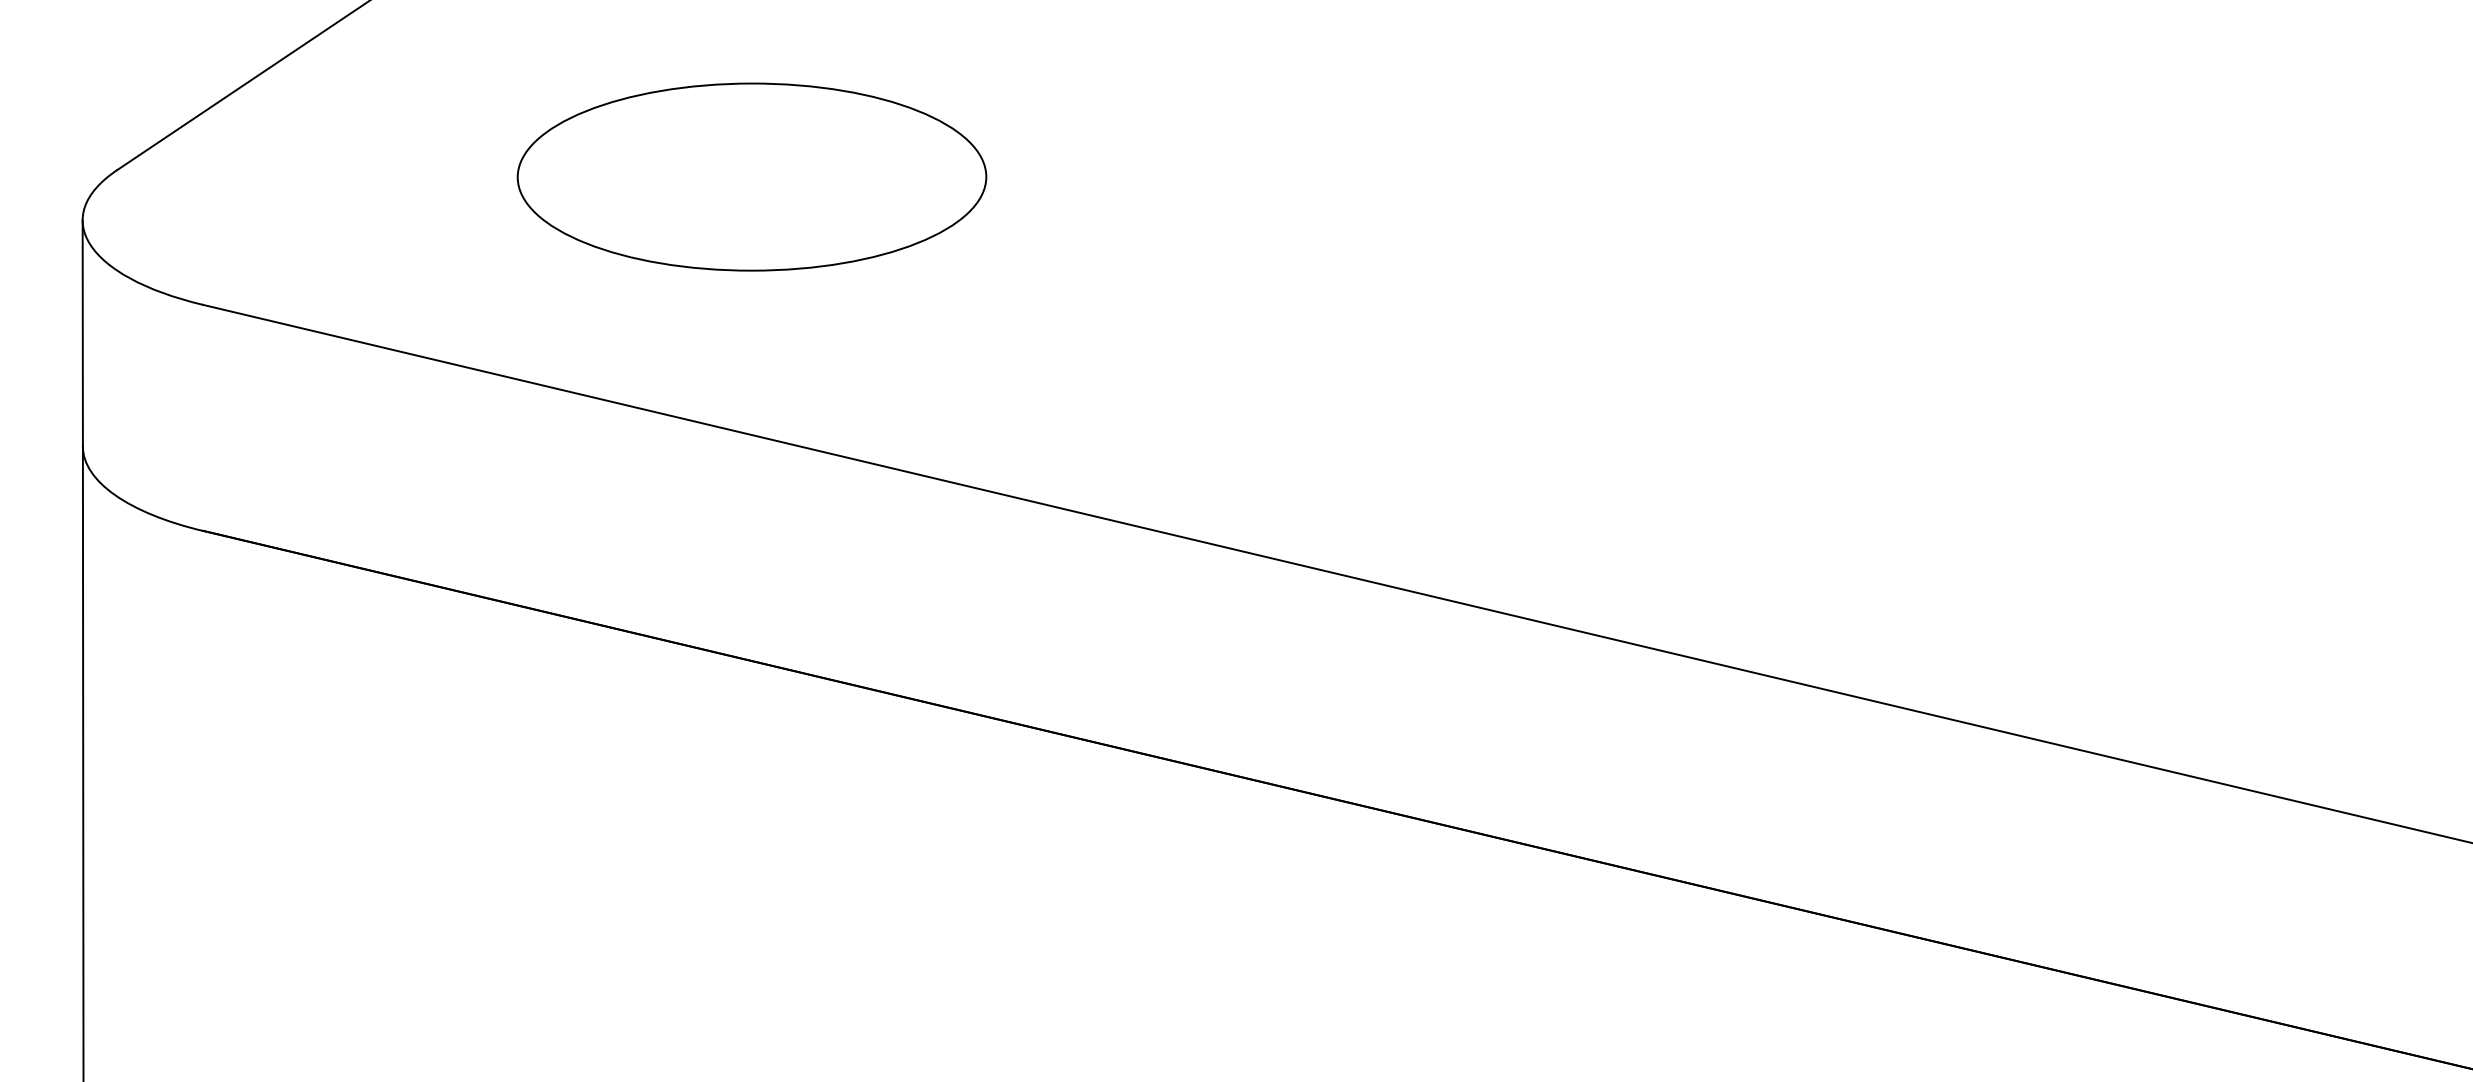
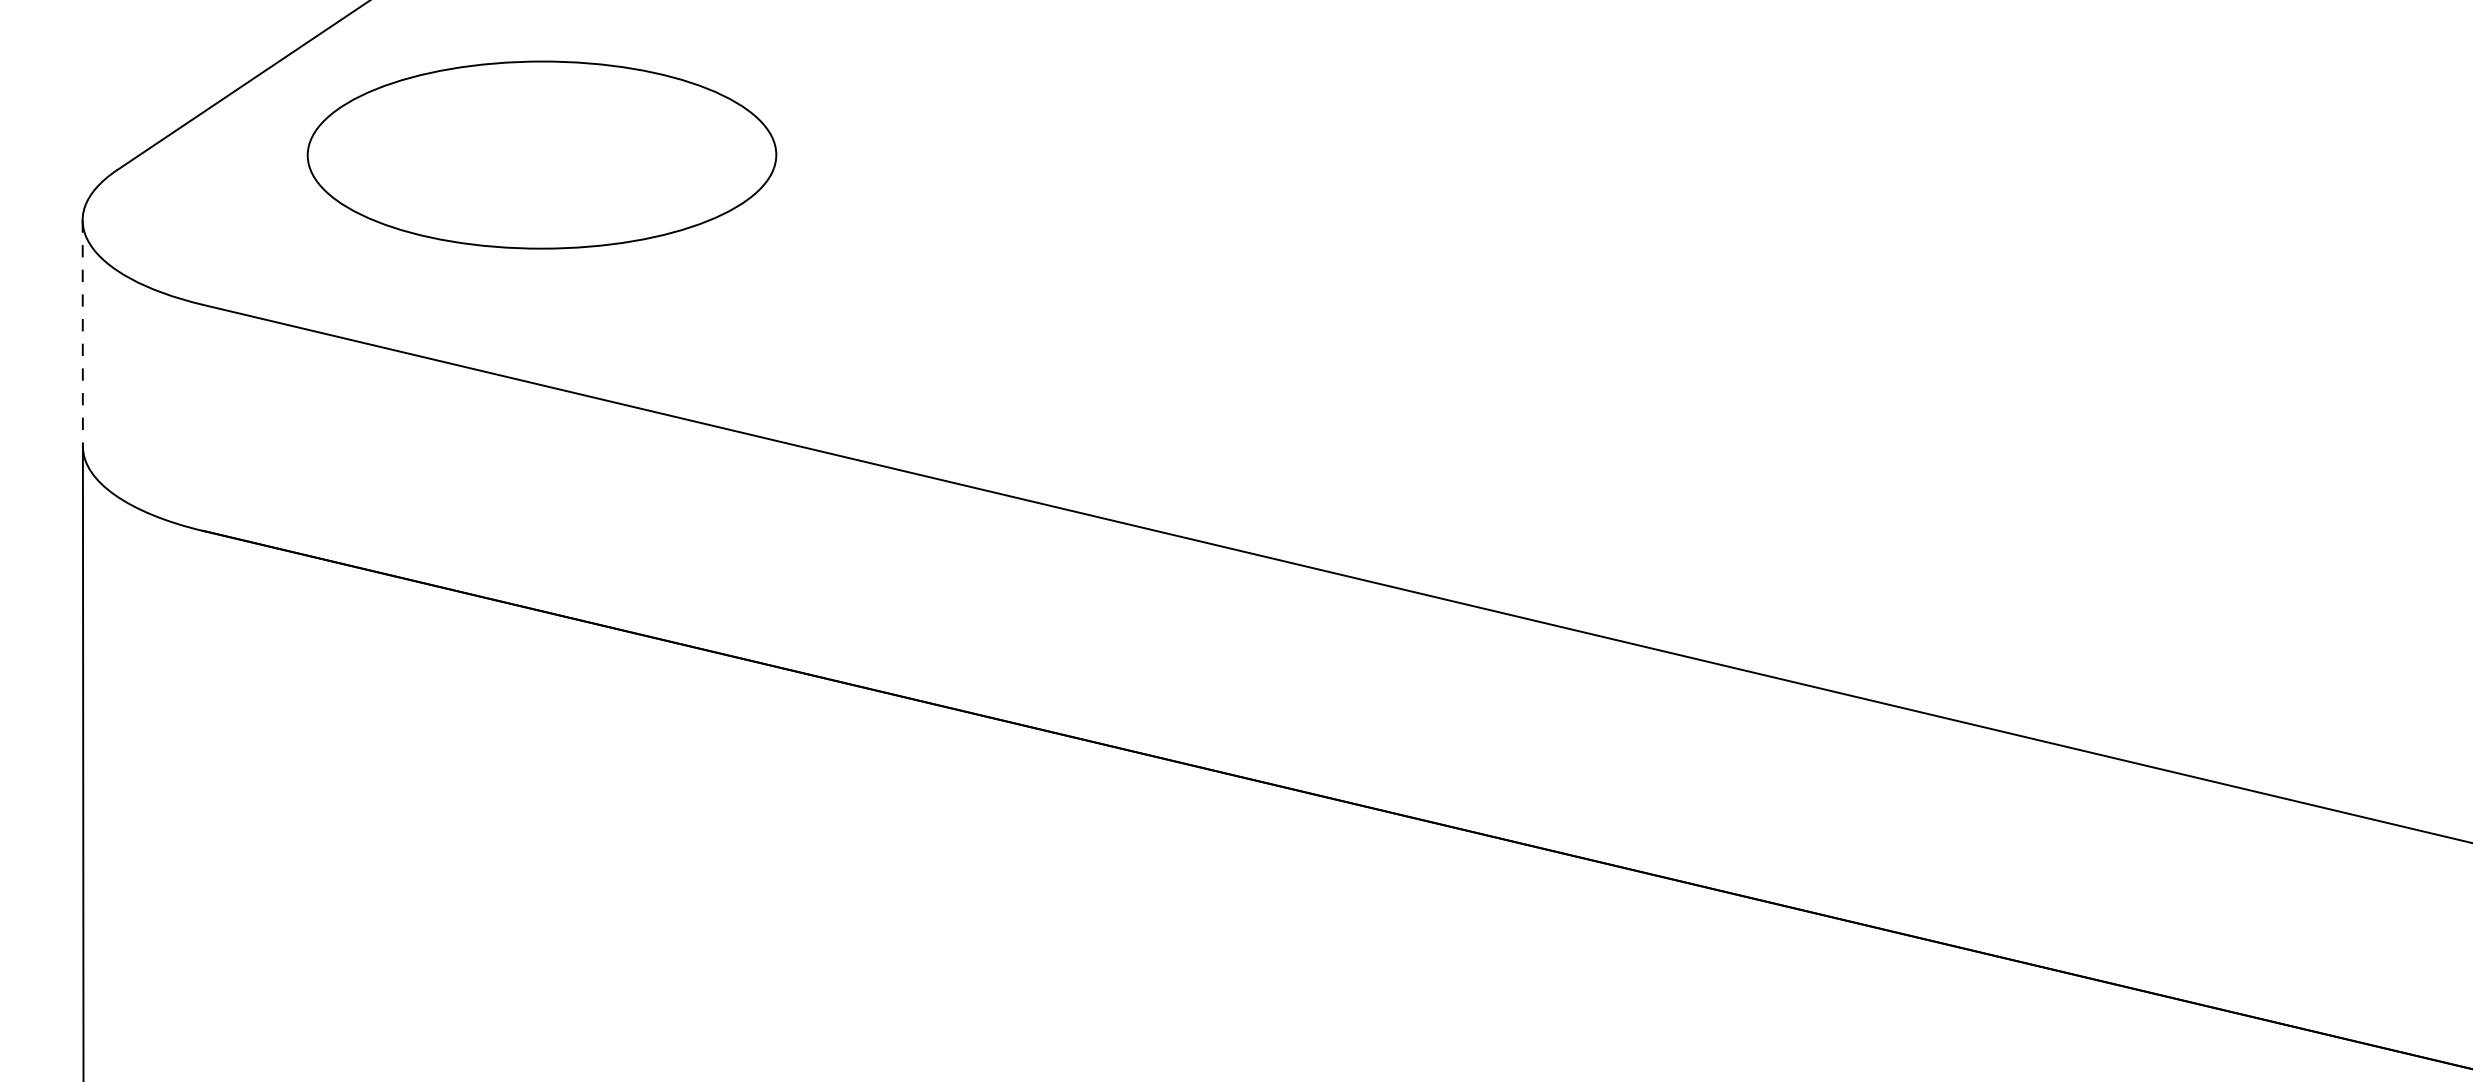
part at (751, 176) position: (751, 176) -> (541, 154)
line at (82, 333): solid -> dashed
